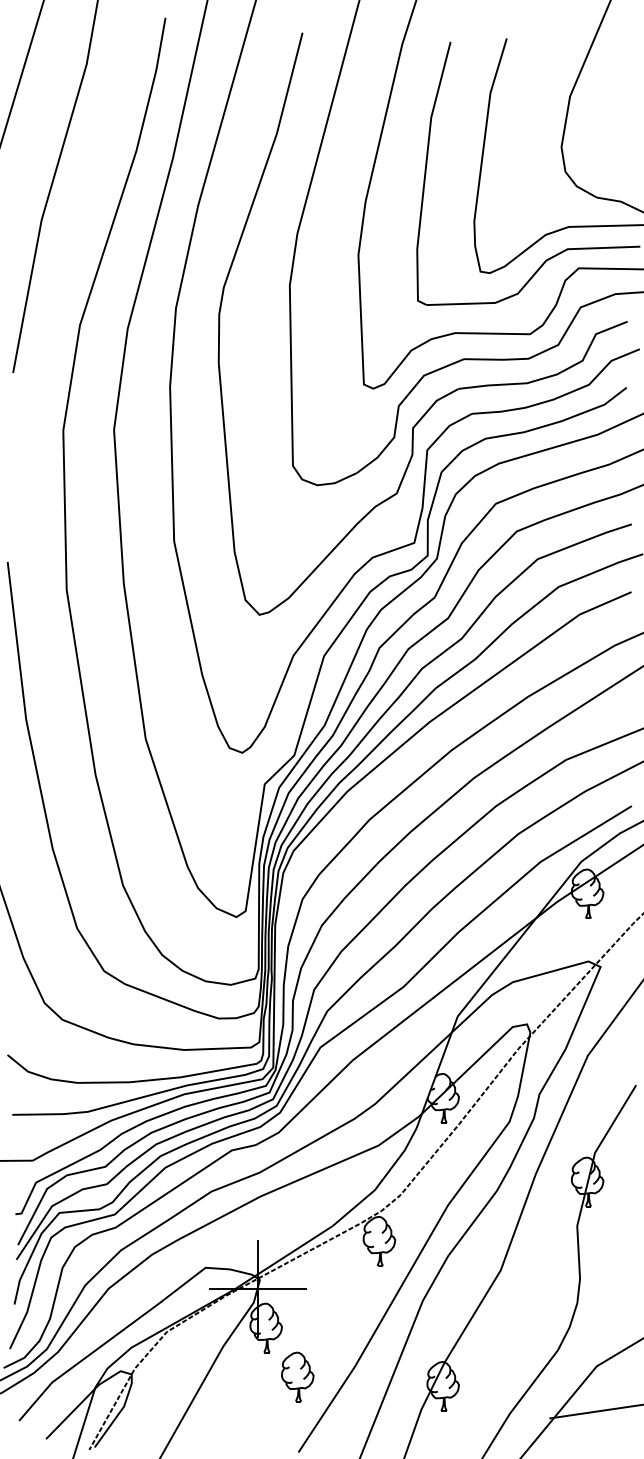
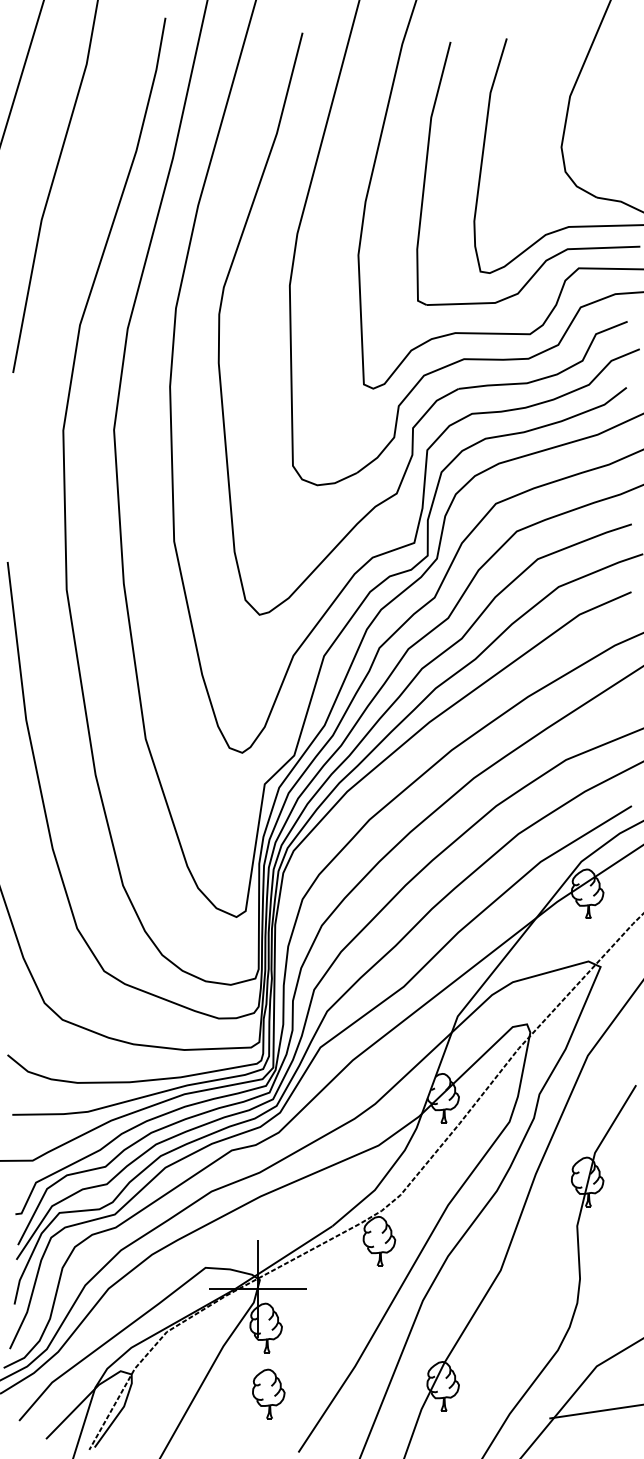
part at (297, 1376) position: (297, 1376) -> (268, 1393)
